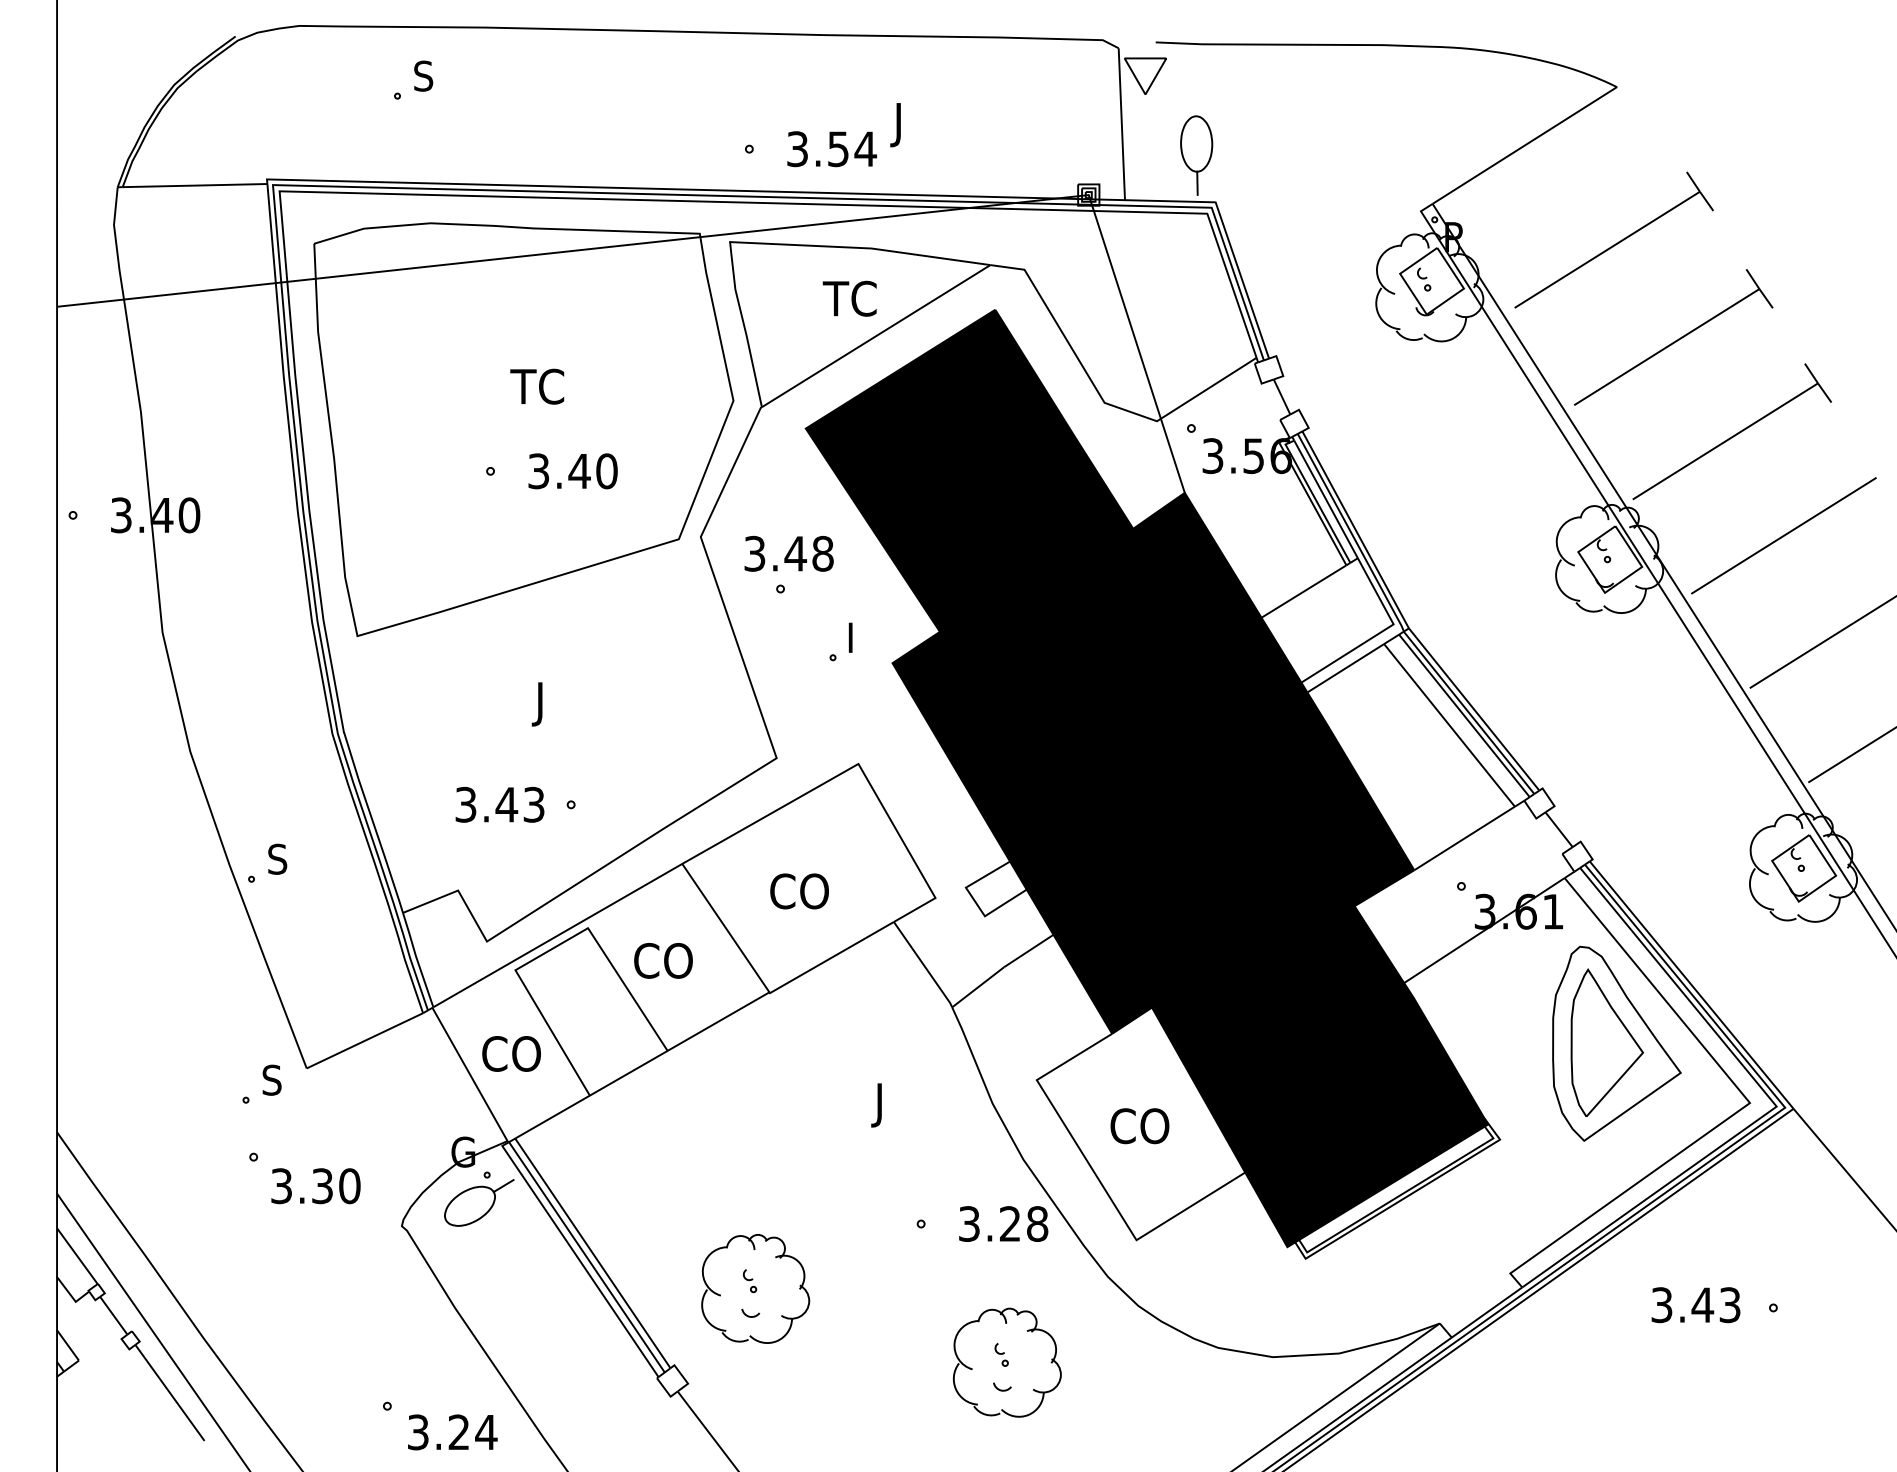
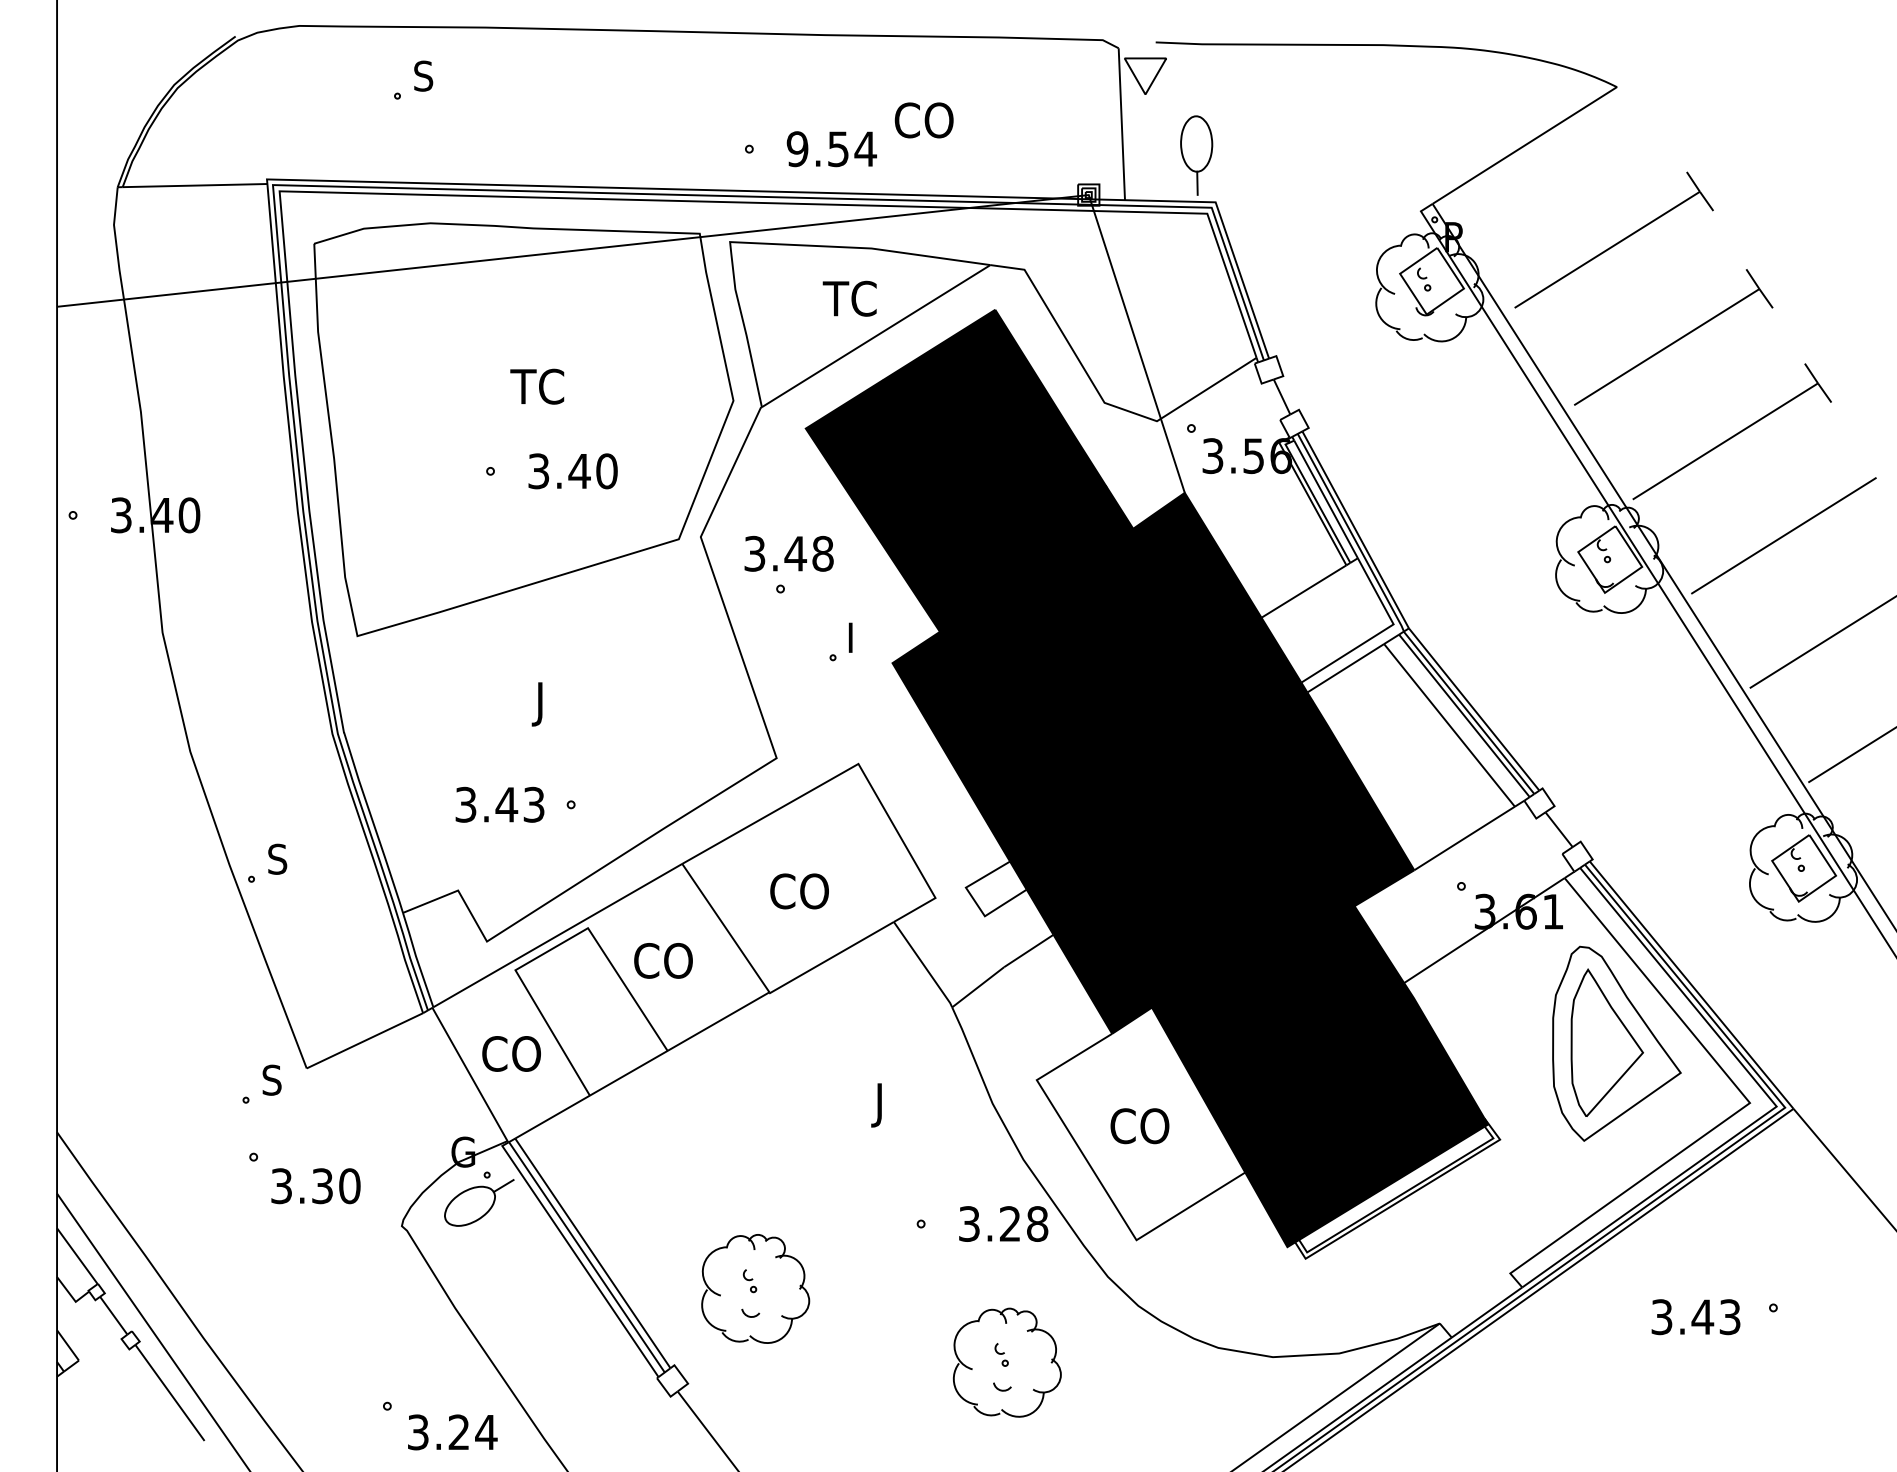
text at (921, 124): J -> CO
text at (797, 148): 3.54 -> 9.54
text at (1695, 1305) position: (1695, 1305) -> (1695, 1317)
